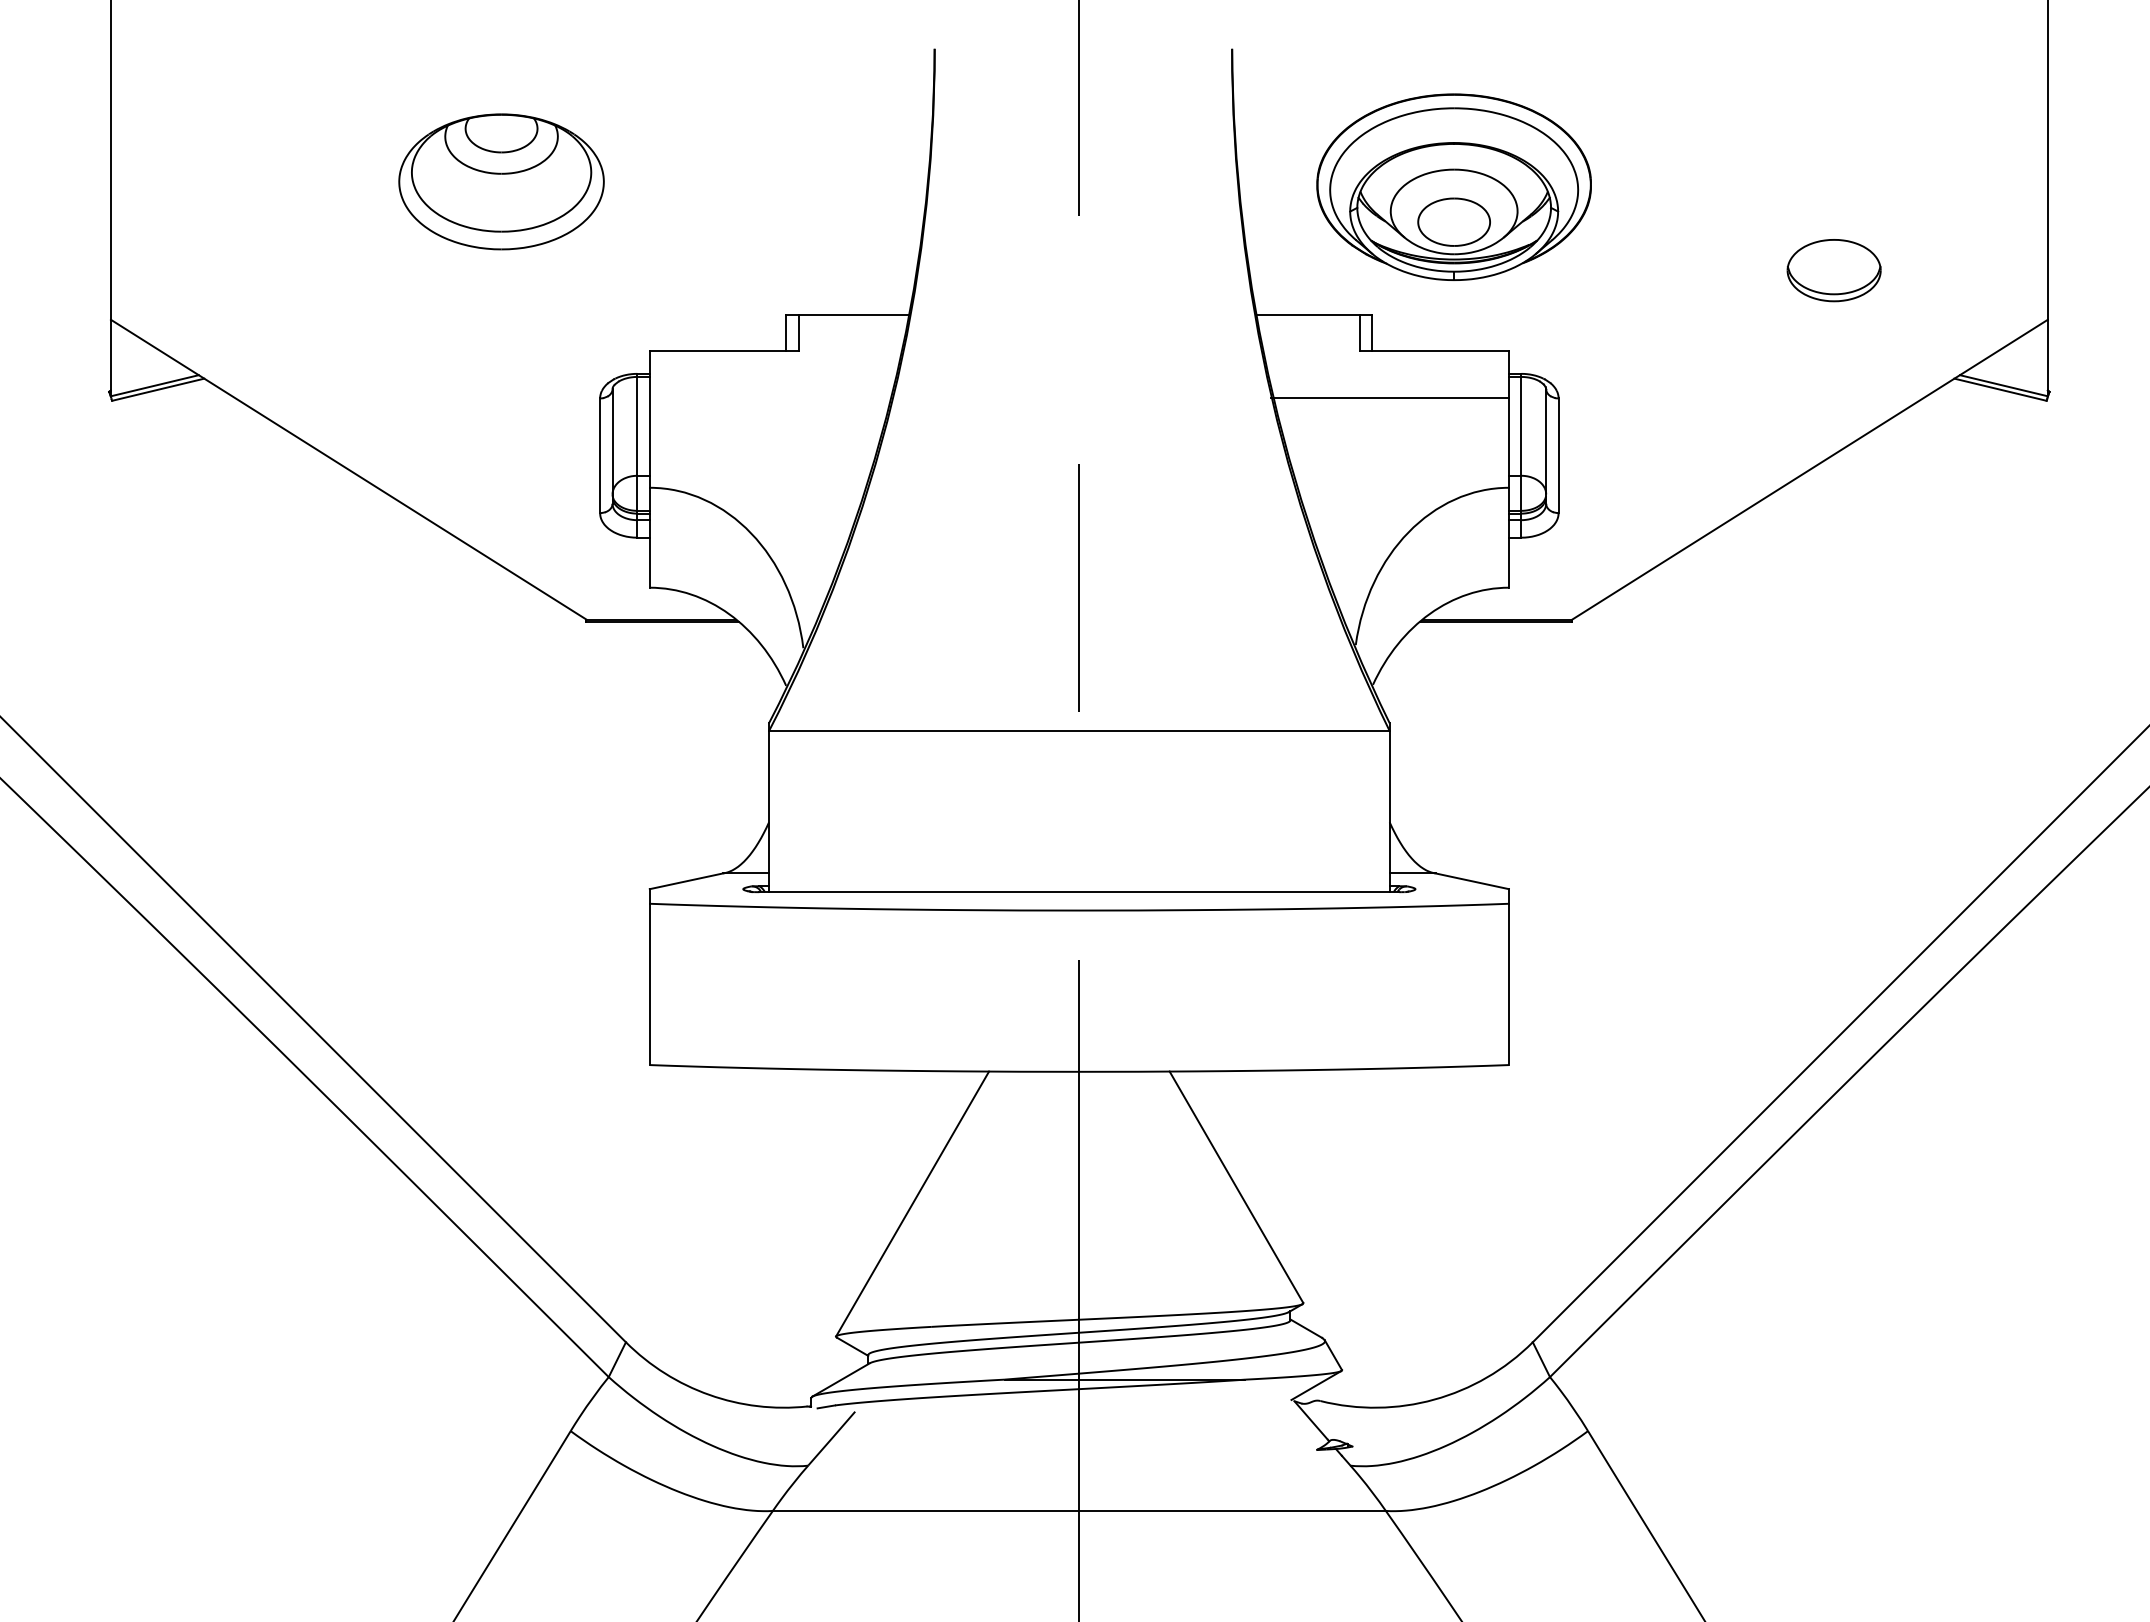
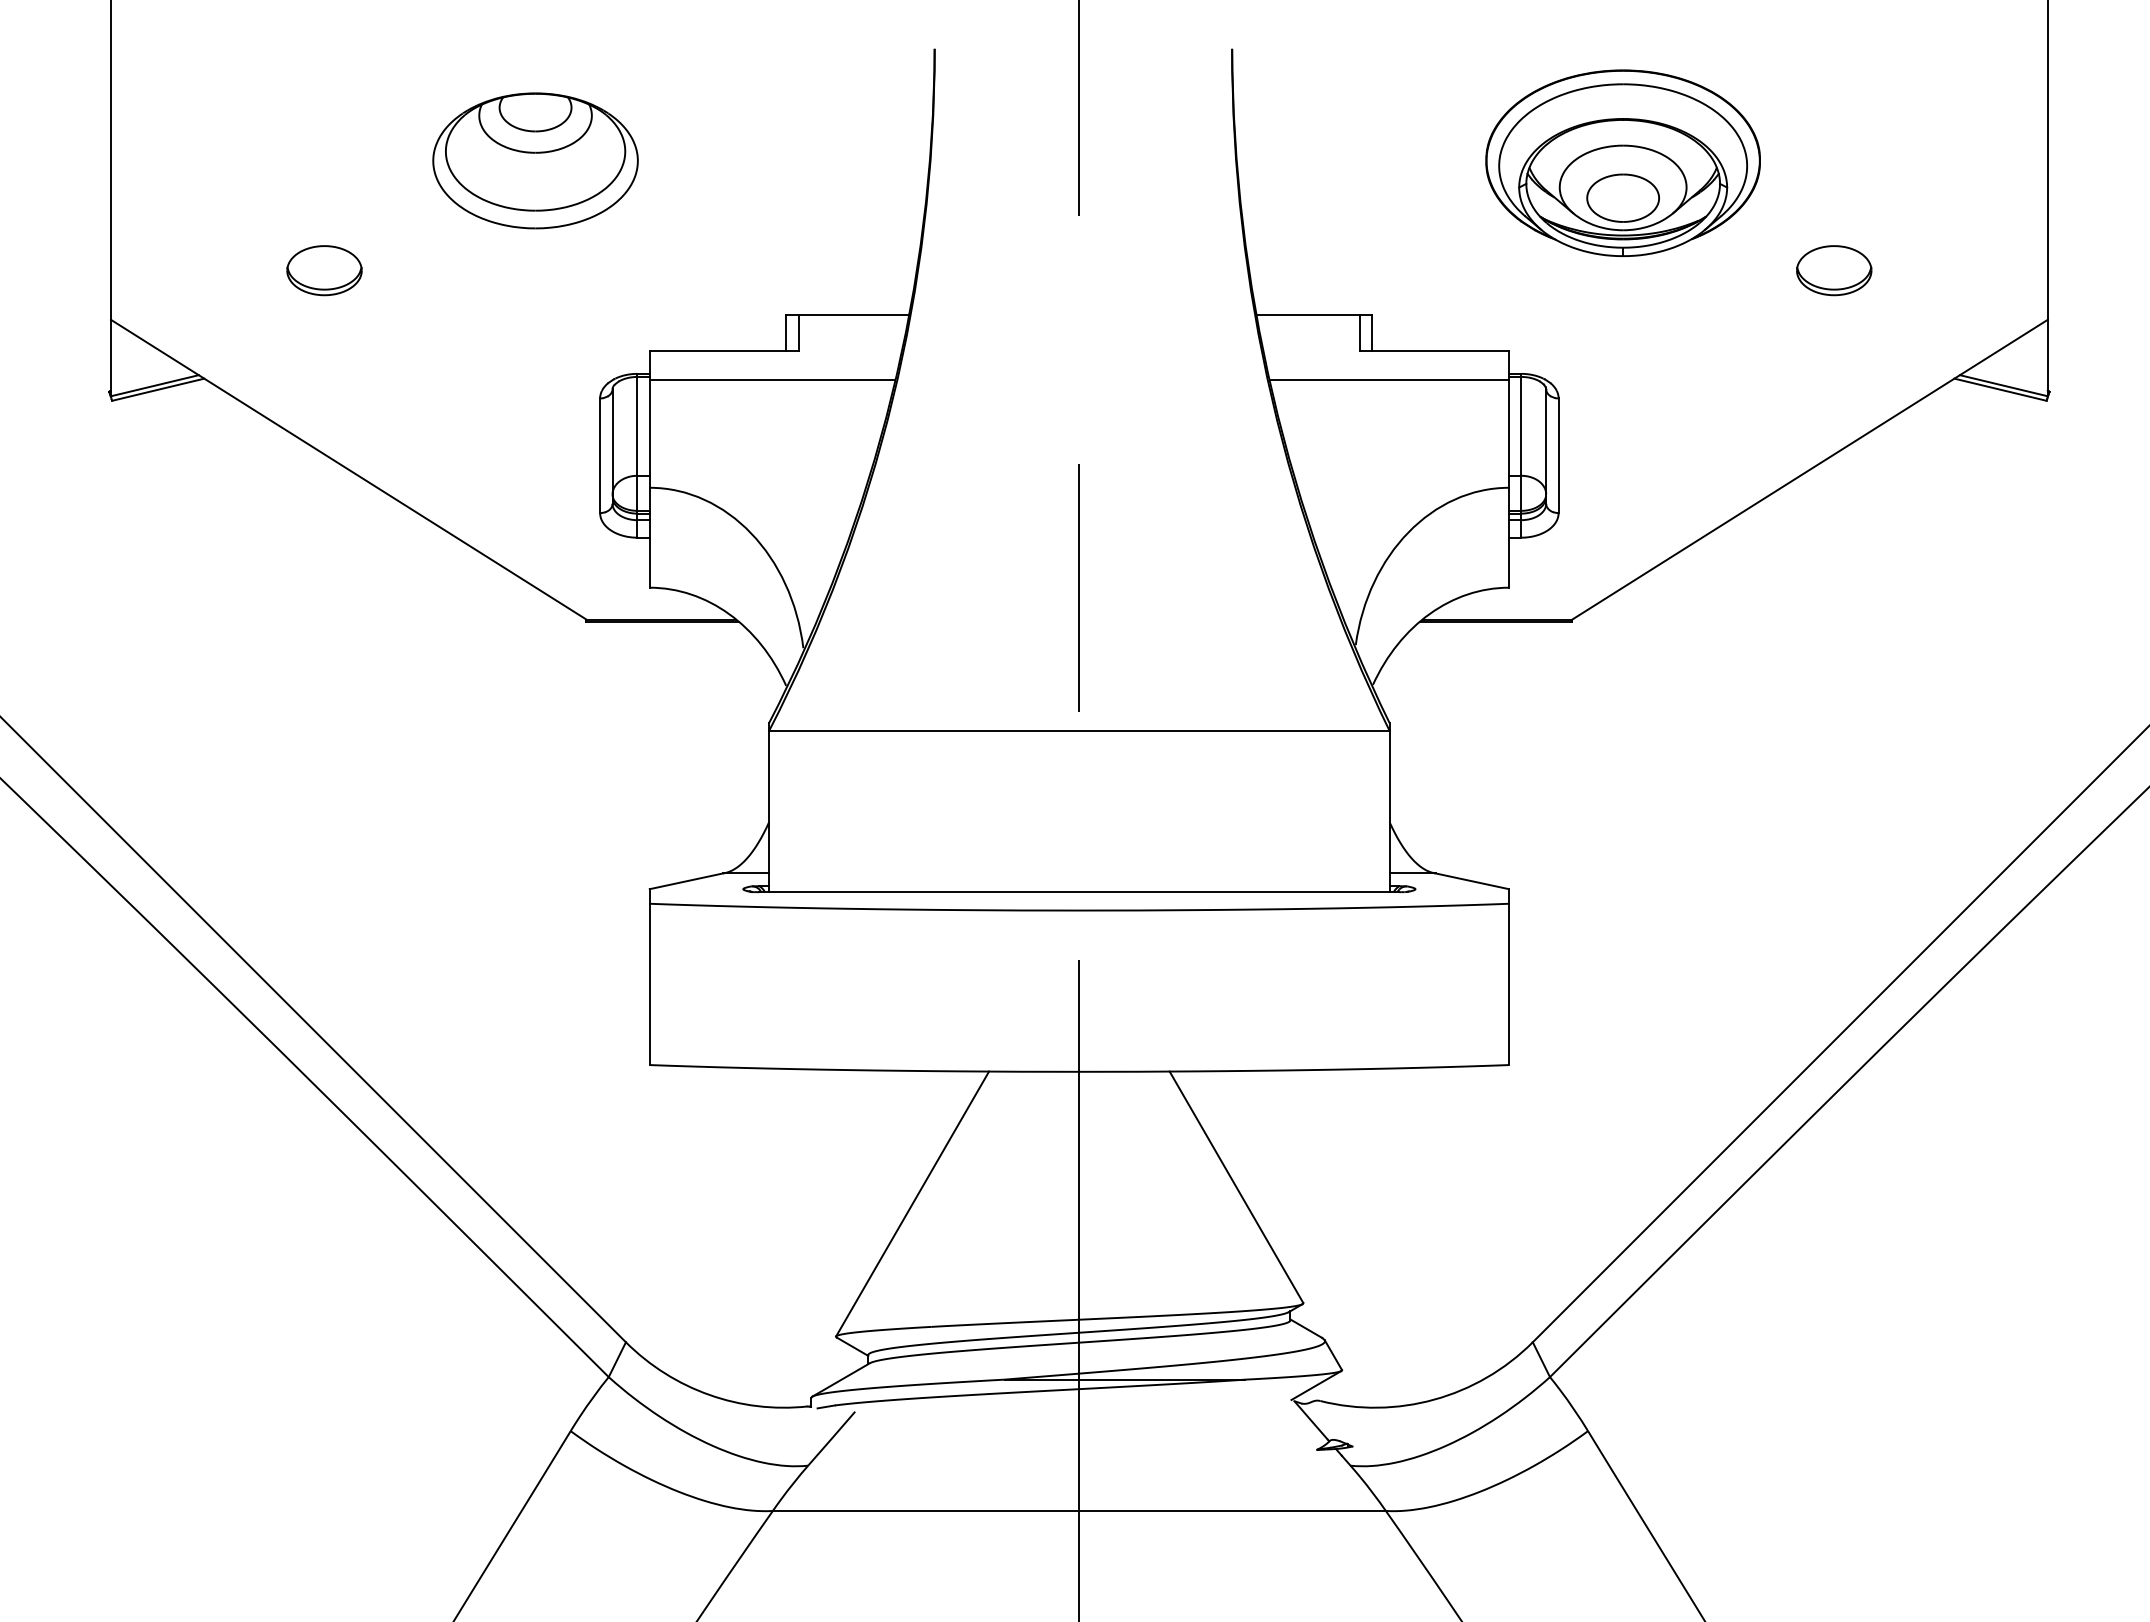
part at (501, 181) position: (501, 181) -> (535, 160)
part at (1453, 186) position: (1453, 186) -> (1622, 162)
part at (324, 270): none -> present
part at (1833, 270) size: 96x64 px -> 77x52 px
line at (771, 380): none -> present
line at (1389, 398) position: (1389, 398) -> (1389, 380)
